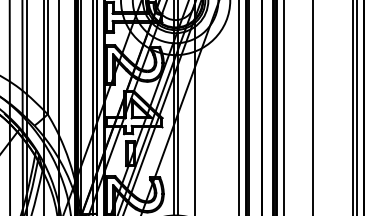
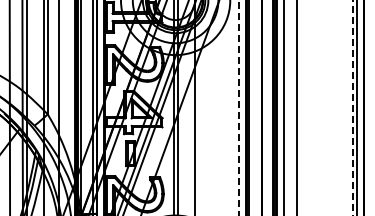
line at (312, 107) position: (312, 107) -> (296, 107)
line at (352, 107): solid -> dashed
line at (238, 108): solid -> dashed
